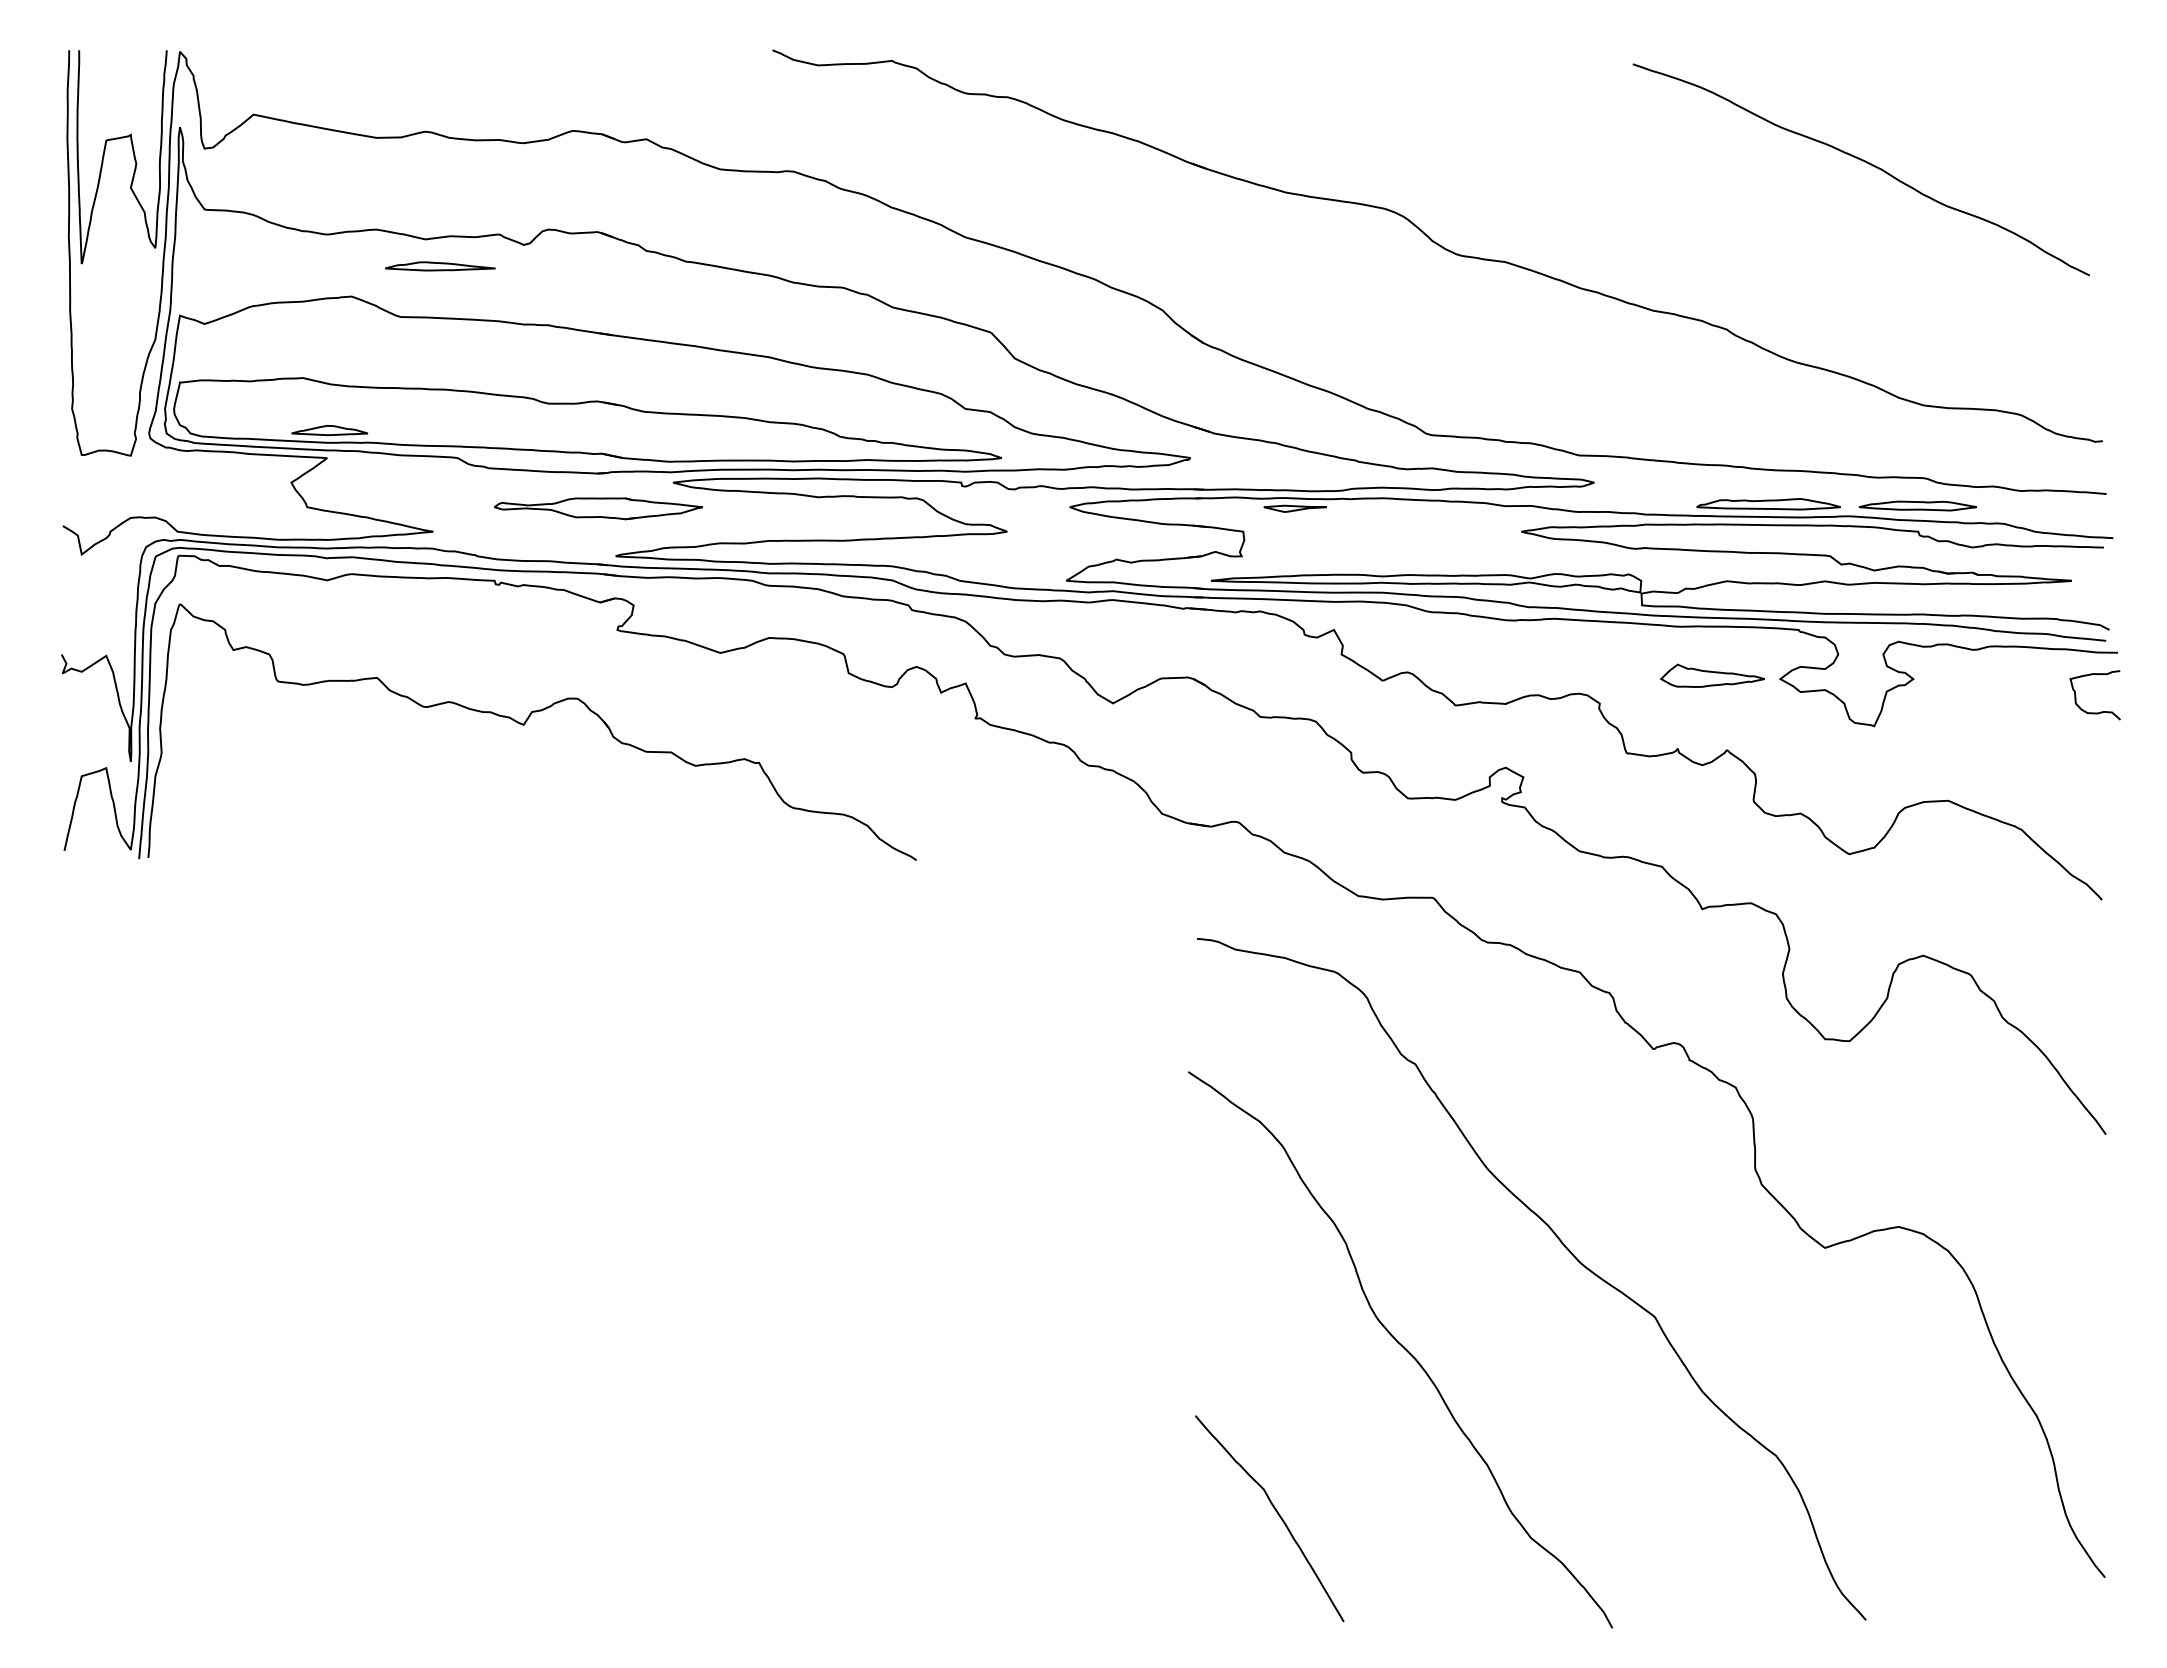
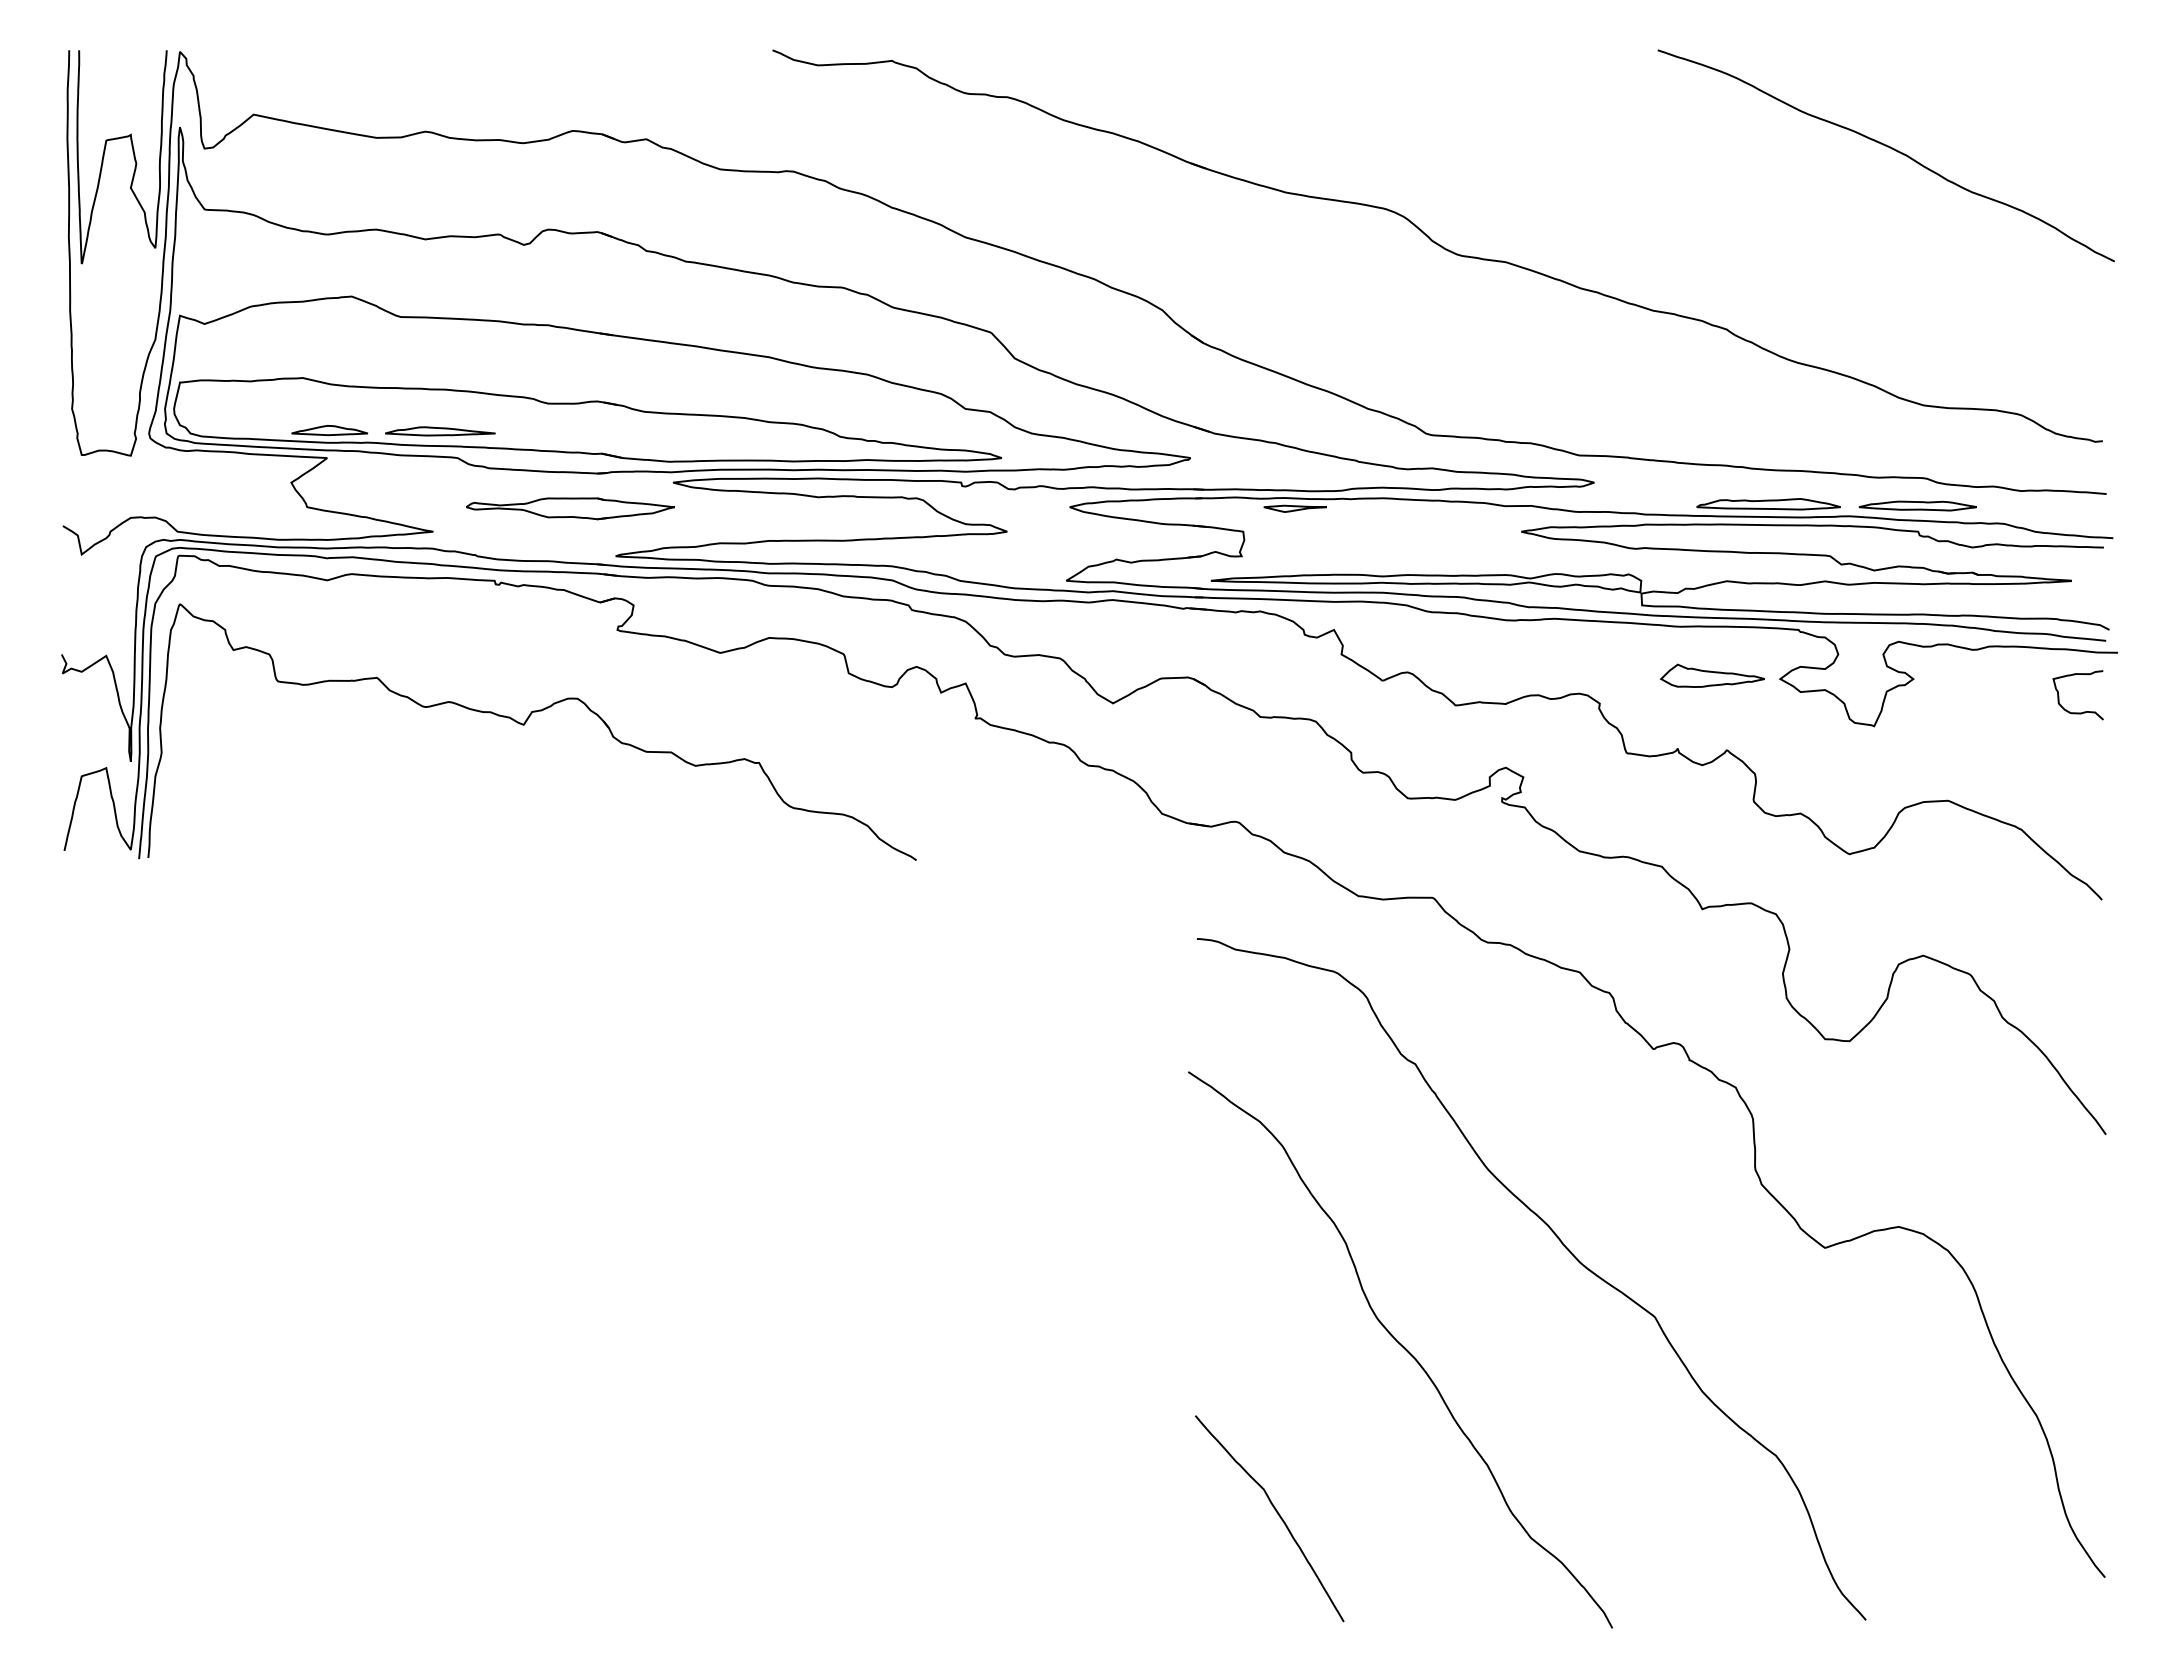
curve at (1864, 162) position: (1864, 162) -> (1889, 148)
part at (440, 266) position: (440, 266) -> (440, 431)
part at (598, 508) position: (598, 508) -> (570, 508)
curve at (2094, 712) position: (2094, 712) -> (2077, 712)
